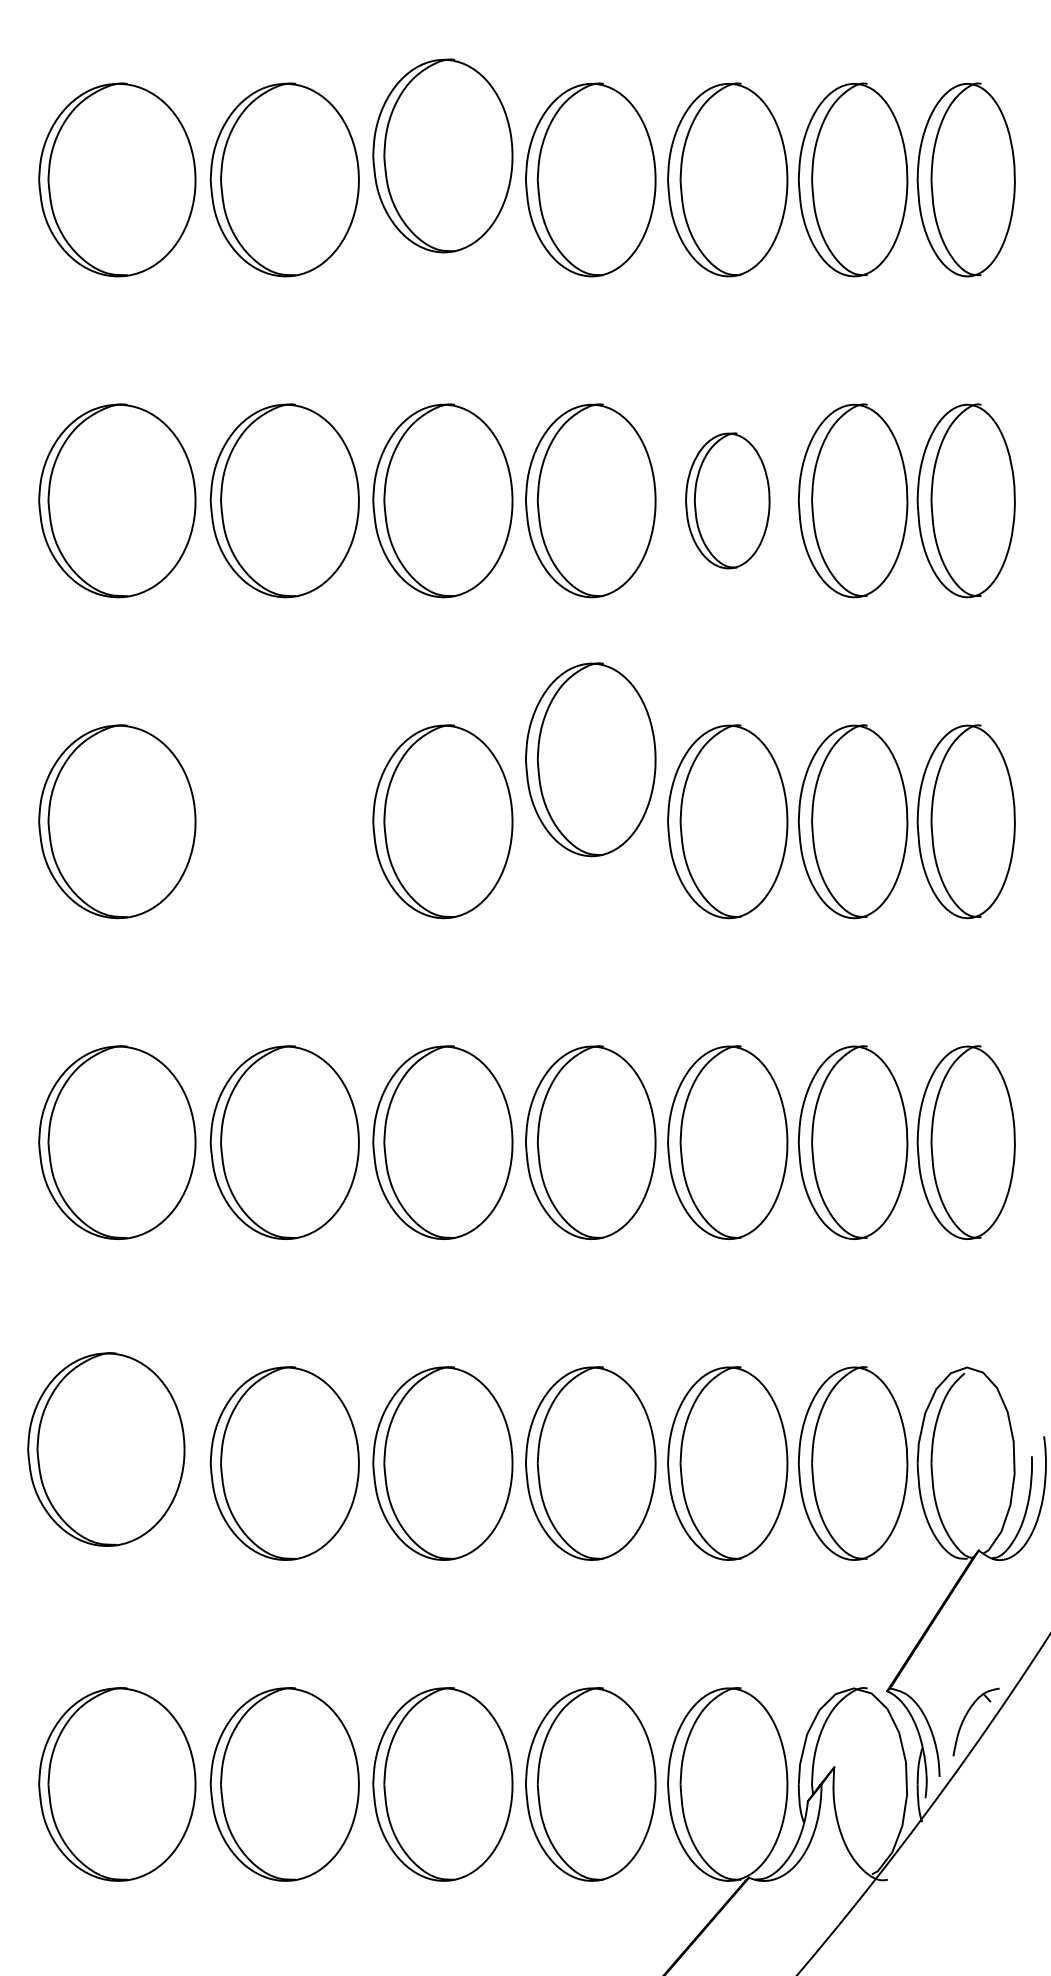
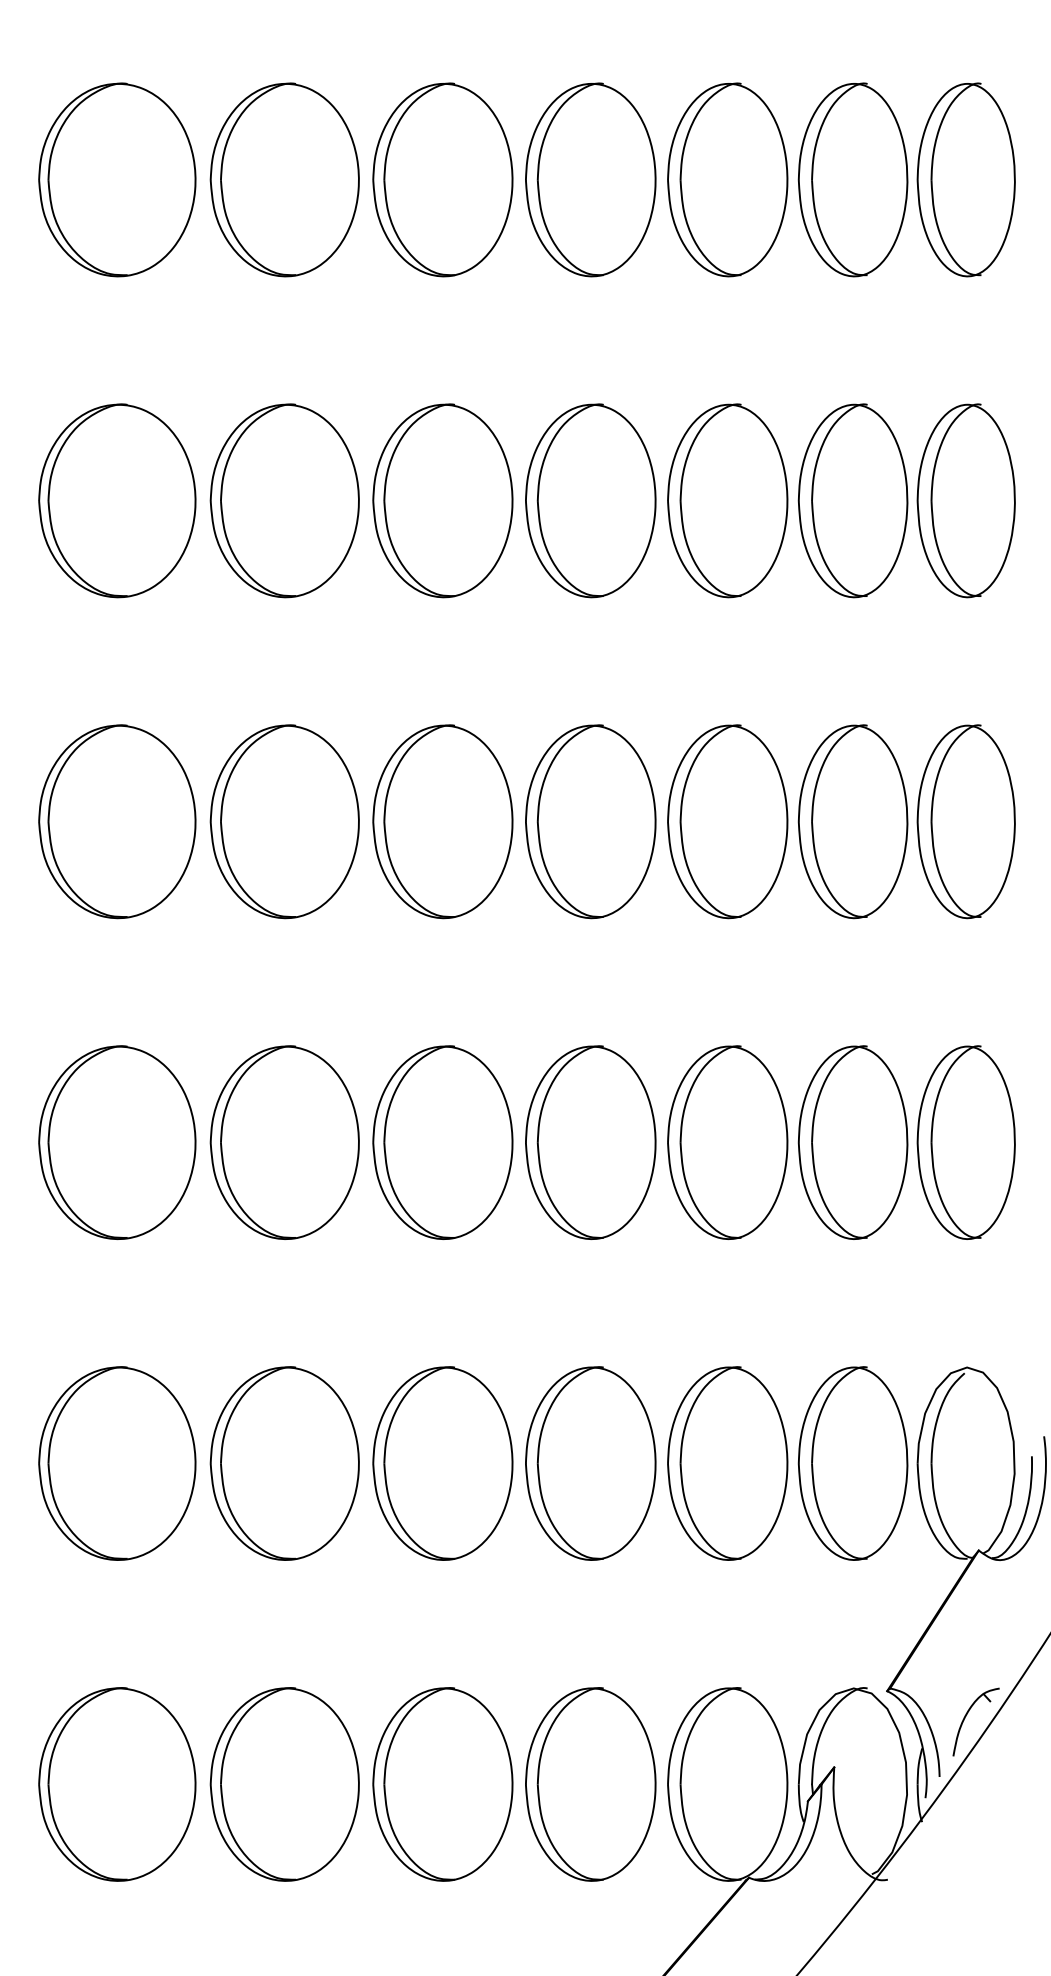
part at (442, 155) position: (442, 155) -> (442, 179)
part at (727, 500) size: 86x138 px -> 122x196 px
part at (590, 759) position: (590, 759) -> (590, 821)
part at (284, 821): none -> present
part at (106, 1449) position: (106, 1449) -> (117, 1463)
